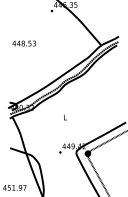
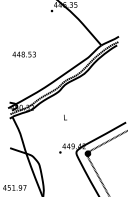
text at (23, 43) position: (23, 43) -> (23, 54)
